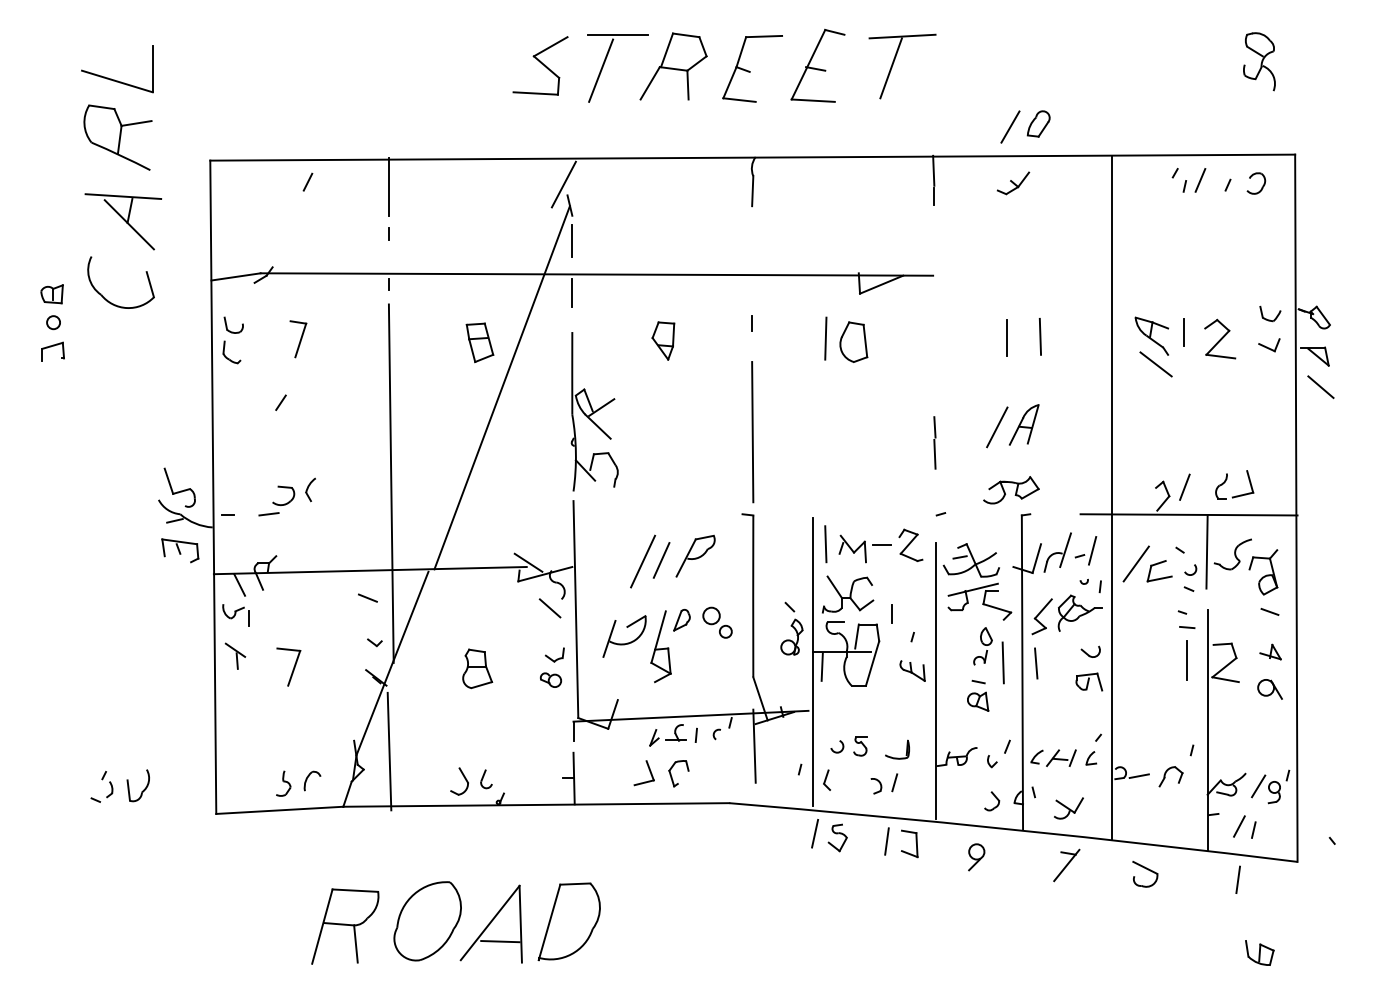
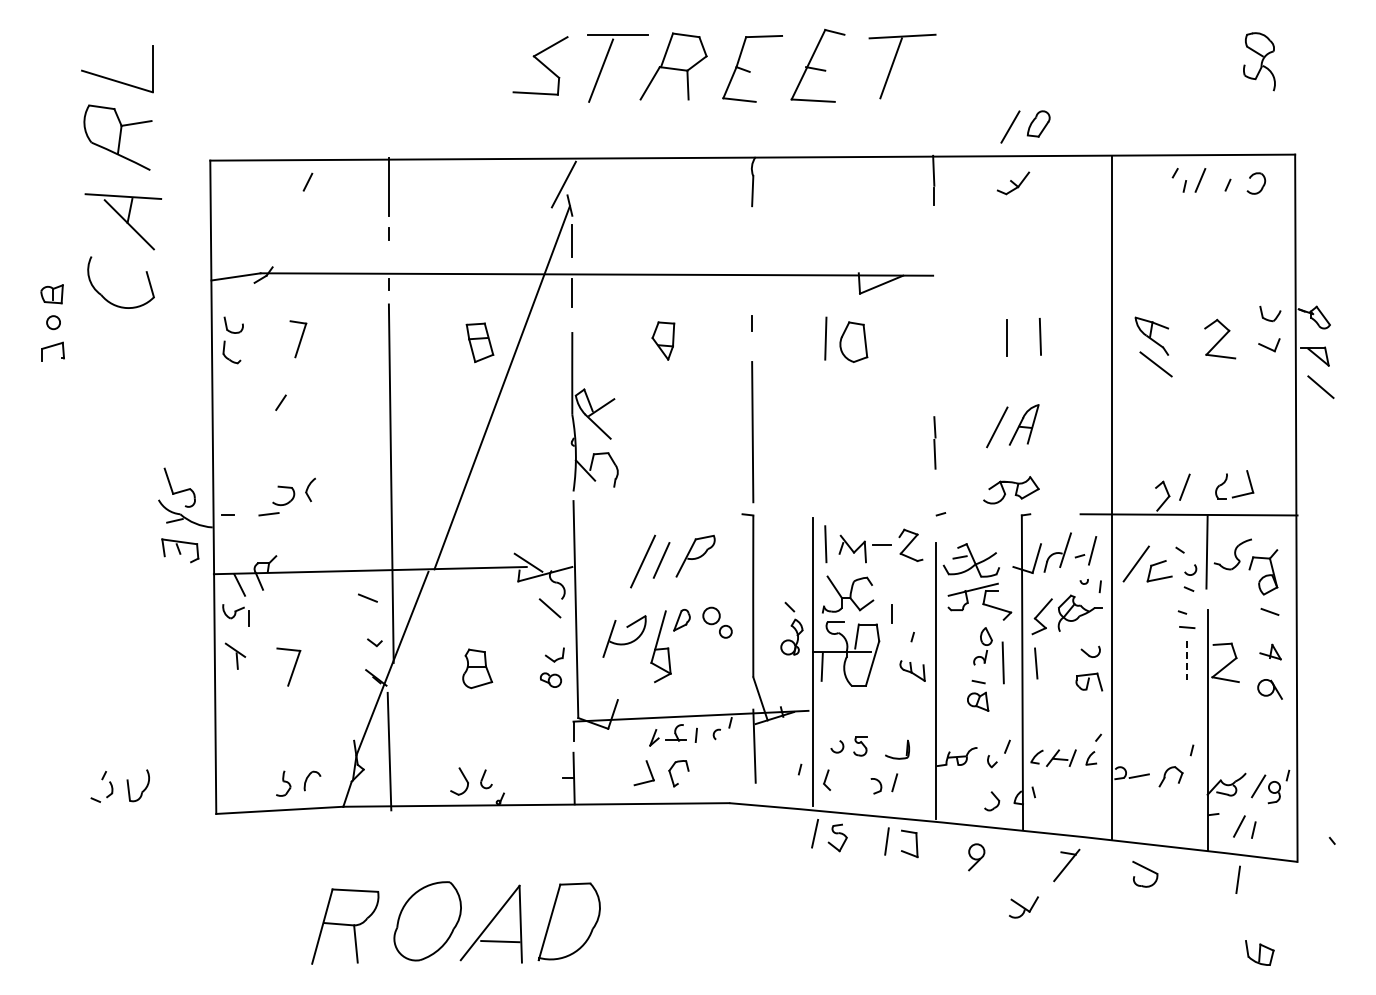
line at (1183, 332): present -> none
line at (1187, 661): solid -> dashed
part at (1068, 808) position: (1068, 808) -> (1023, 907)
